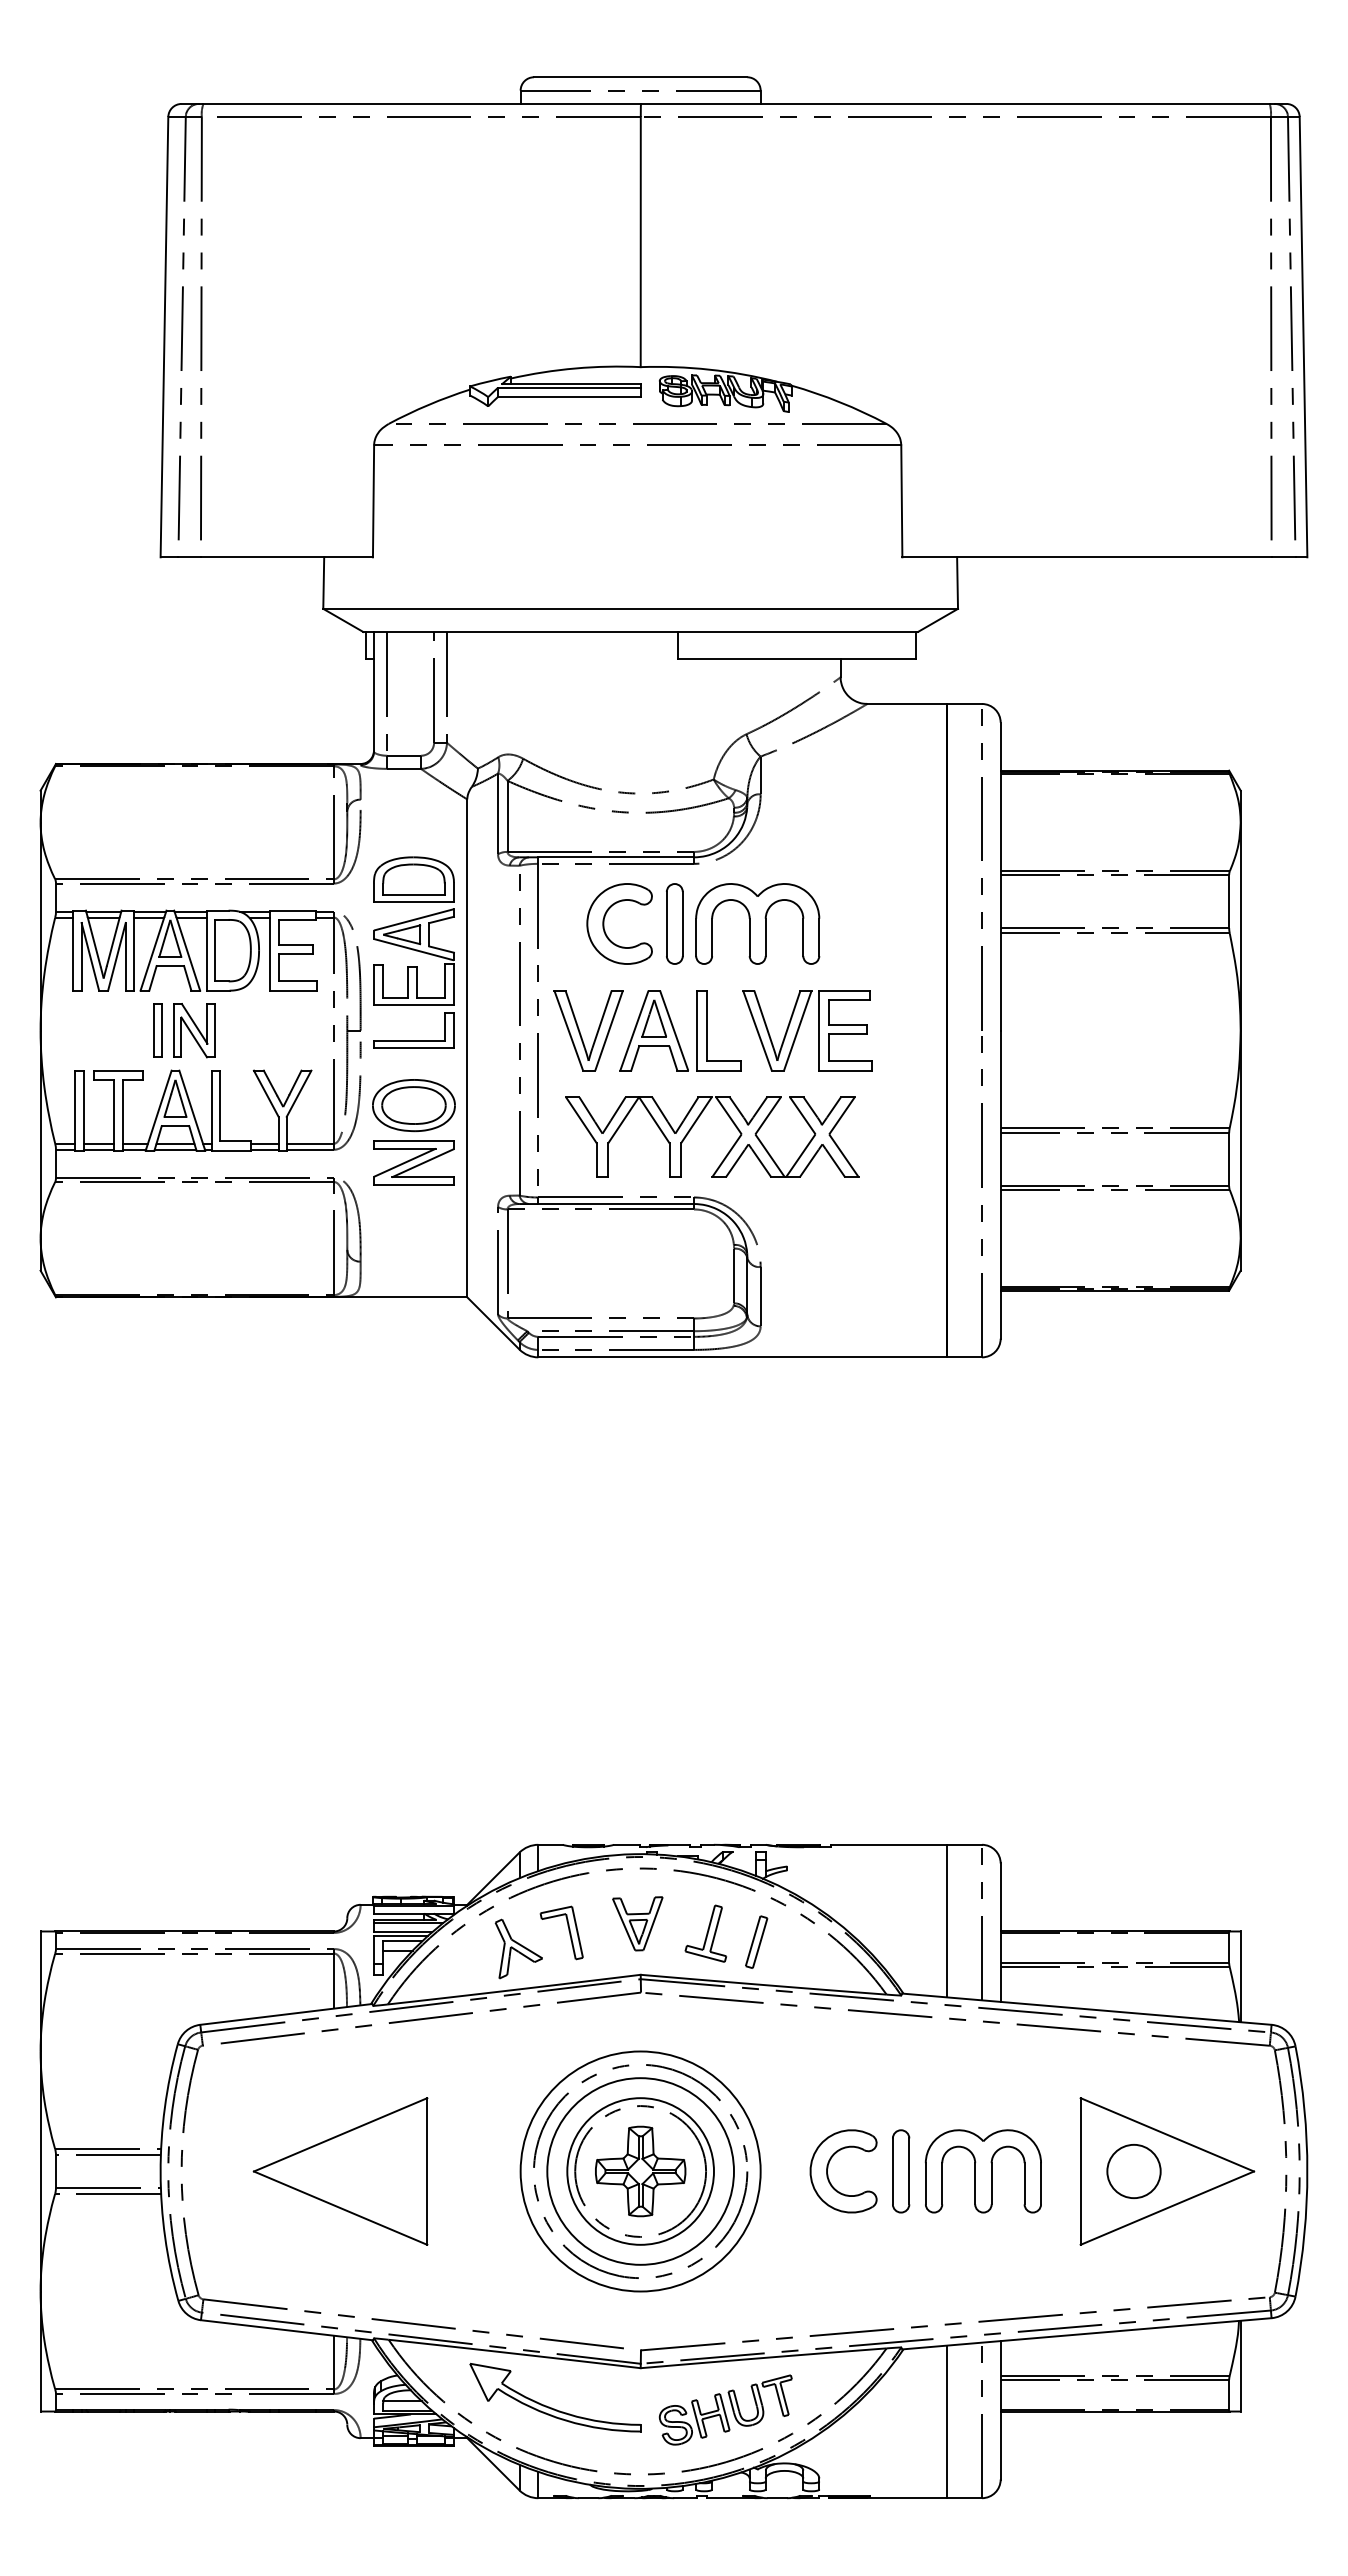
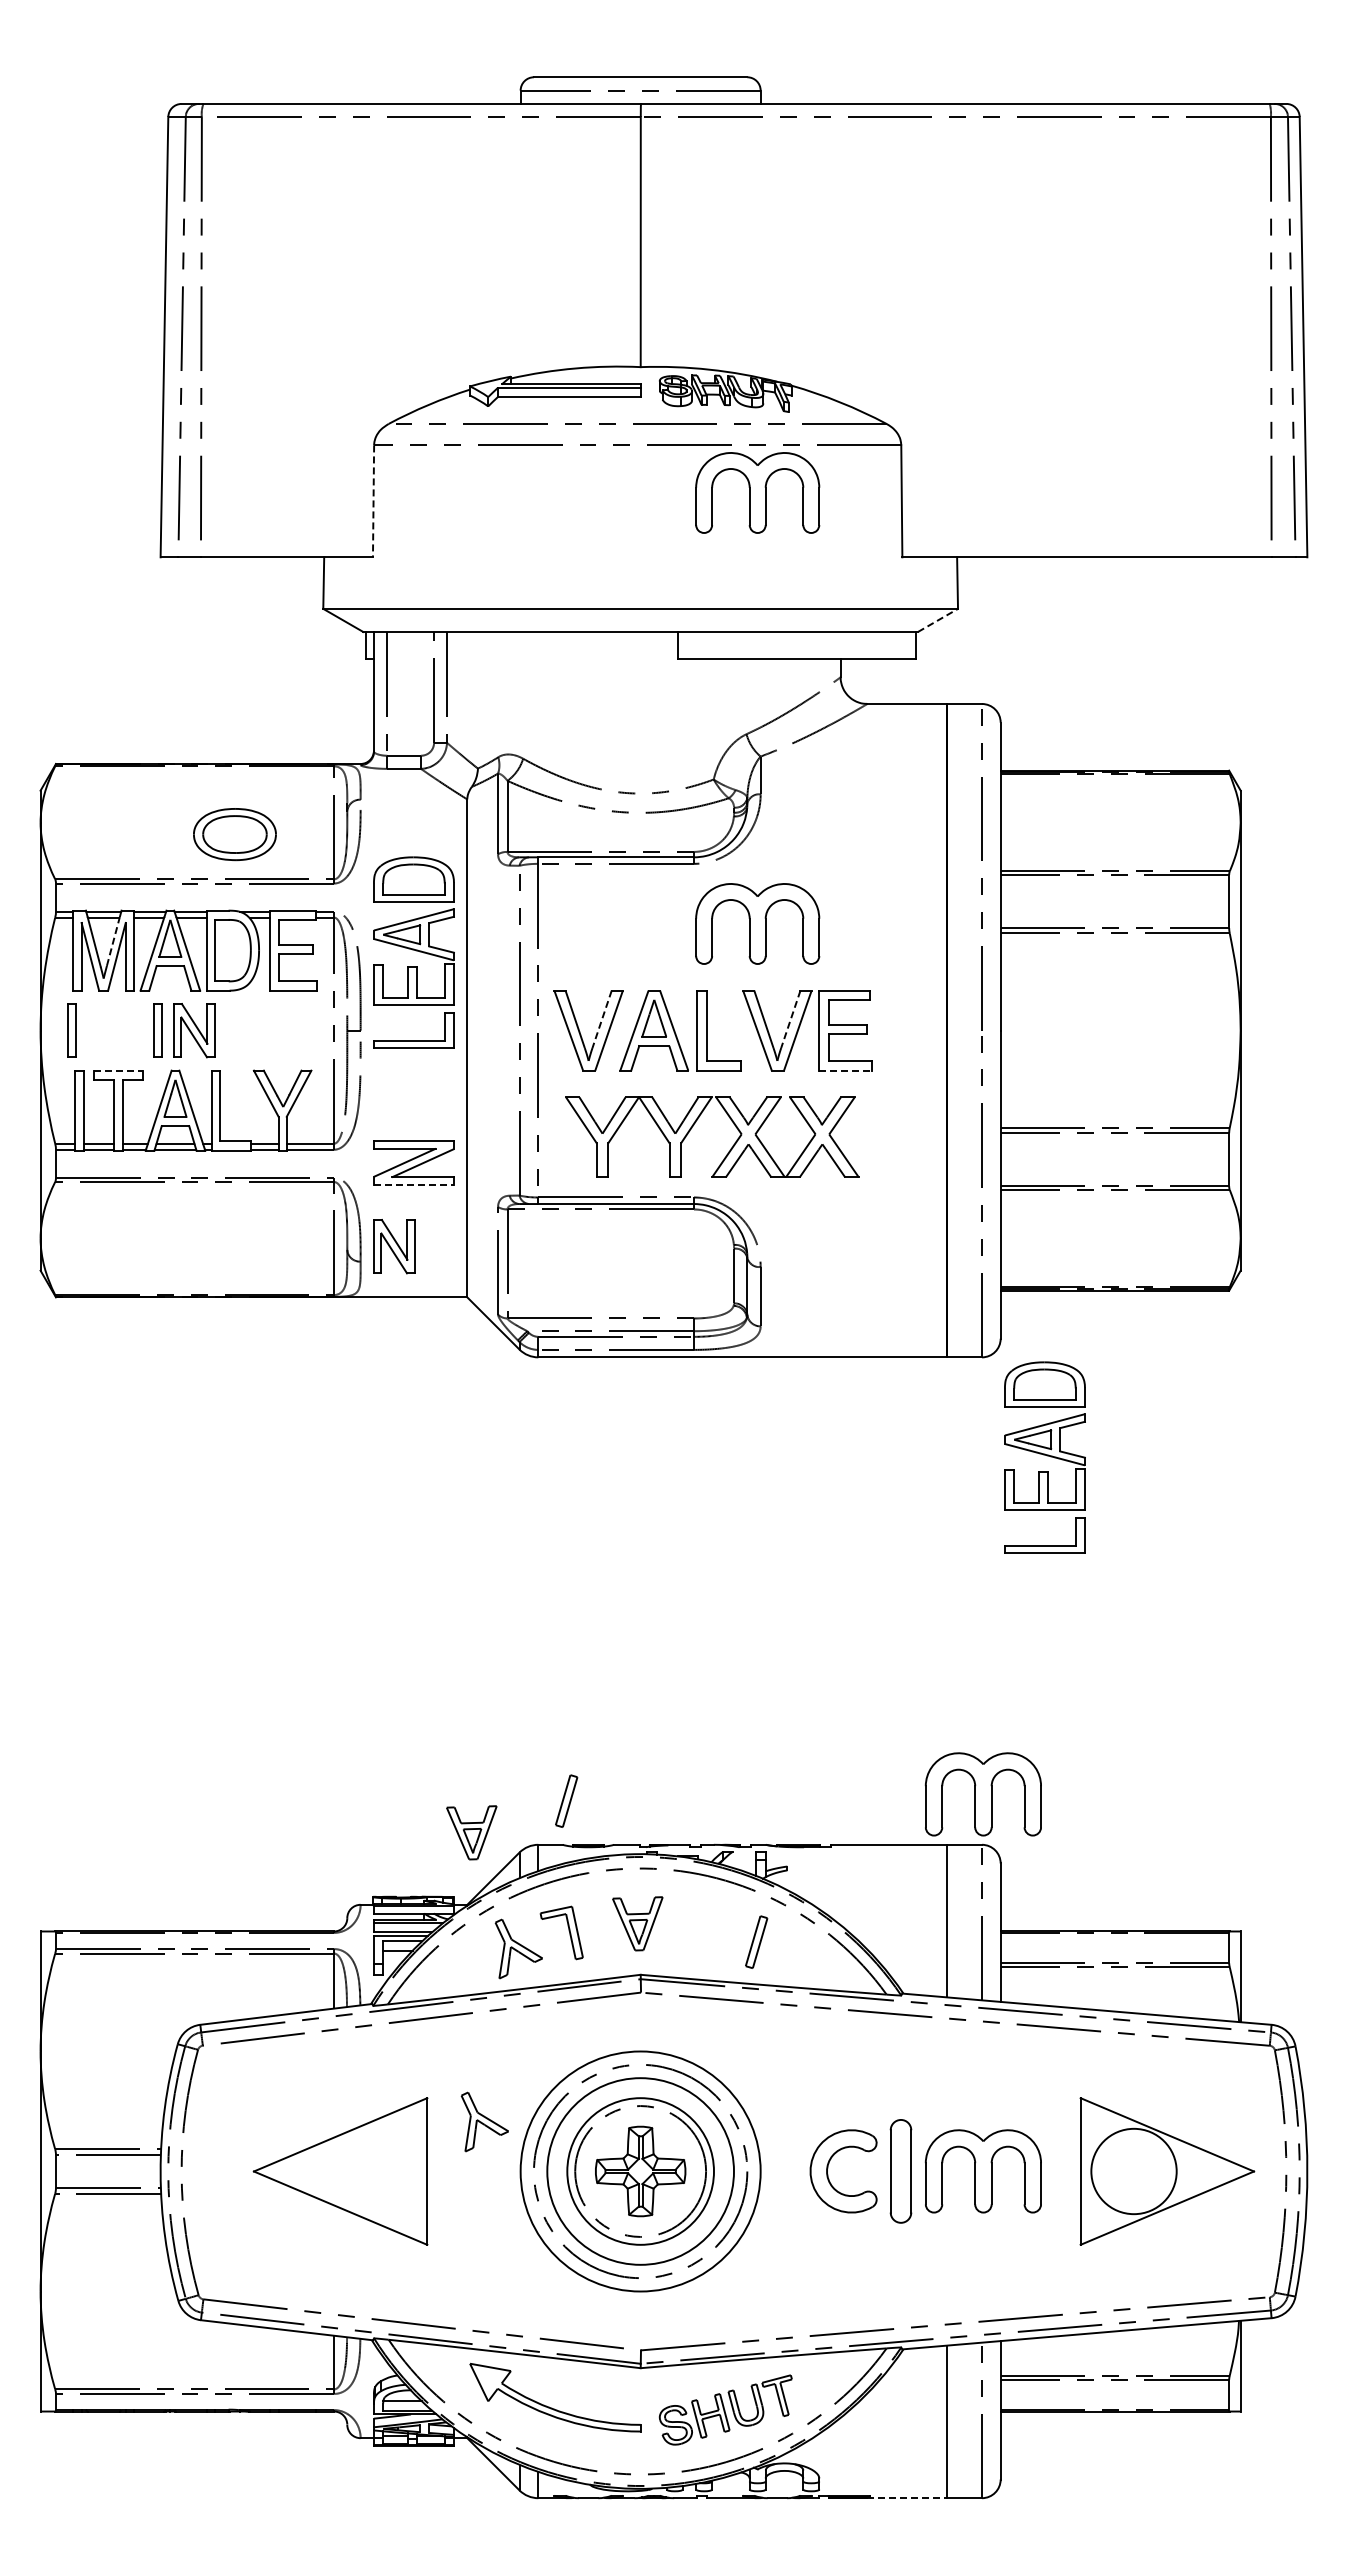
part at (757, 492): none -> present
line at (373, 501): solid -> dashed
line at (938, 620): solid -> dashed
part at (604, 923): present -> none
part at (674, 923): present -> none
line at (113, 941): solid -> dashed
line at (601, 1019): solid -> dashed
line at (790, 1019): solid -> dashed
part at (71, 1030): none -> present
line at (118, 1070): solid -> dashed
line at (845, 1070): solid -> dashed
part at (413, 1105) position: (413, 1105) -> (234, 834)
line at (414, 1184): solid -> dashed
part at (394, 1246): none -> present
part at (1044, 1457): none -> present
part at (982, 1794): none -> present
part at (566, 1800): none -> present
part at (471, 1832): none -> present
part at (705, 1933): present -> none
part at (484, 2121): none -> present
part at (901, 2171) size: 19x85 px -> 24x105 px
circle at (1133, 2171) diameter: 53 px -> 85 px
line at (907, 2498): solid -> dashed
